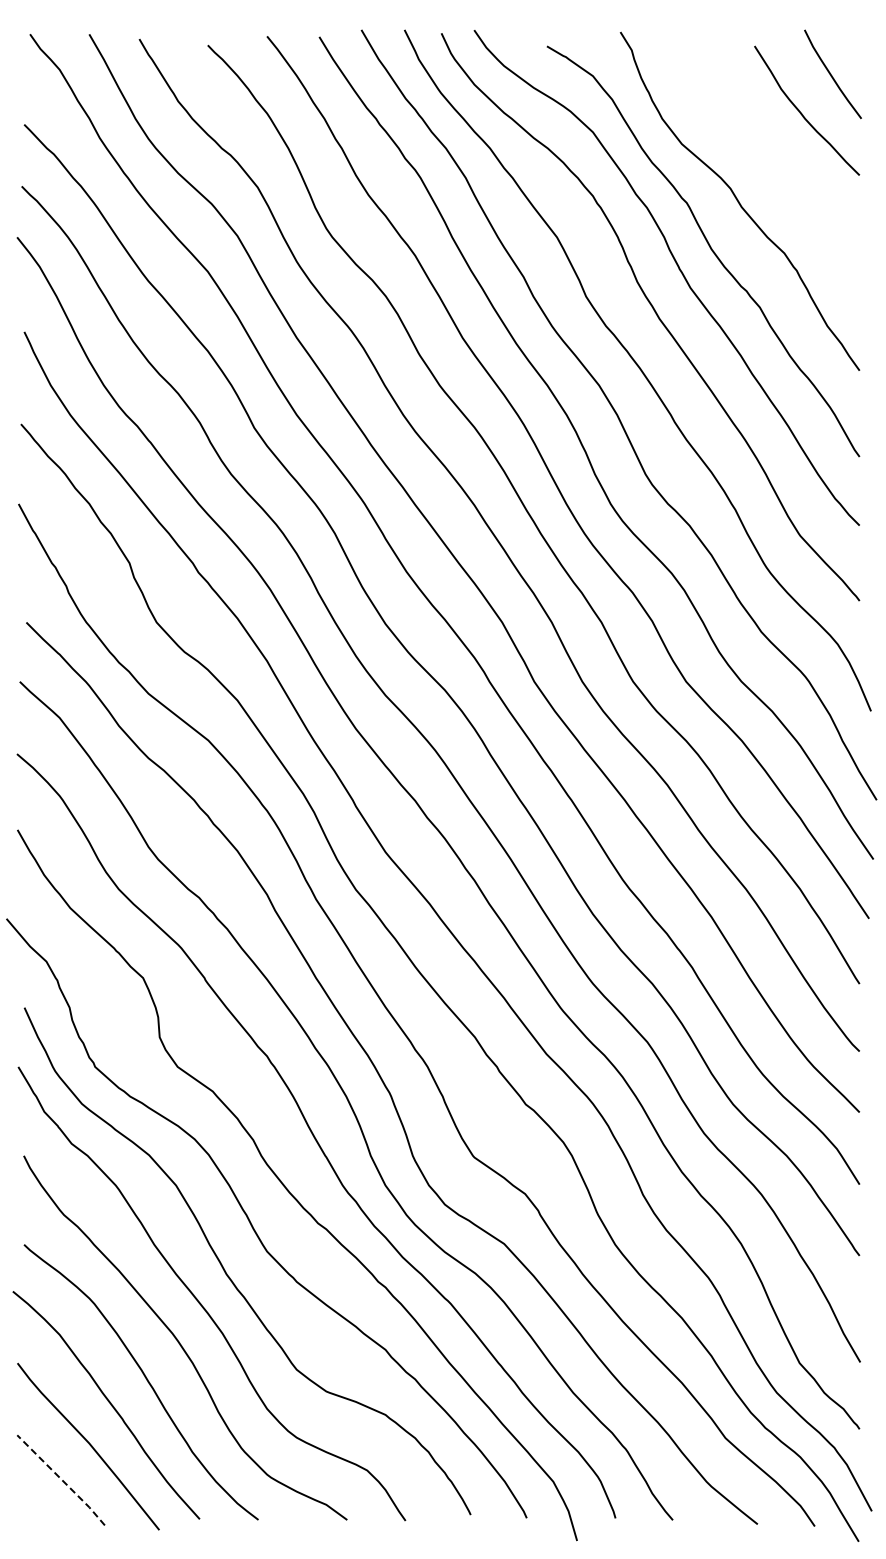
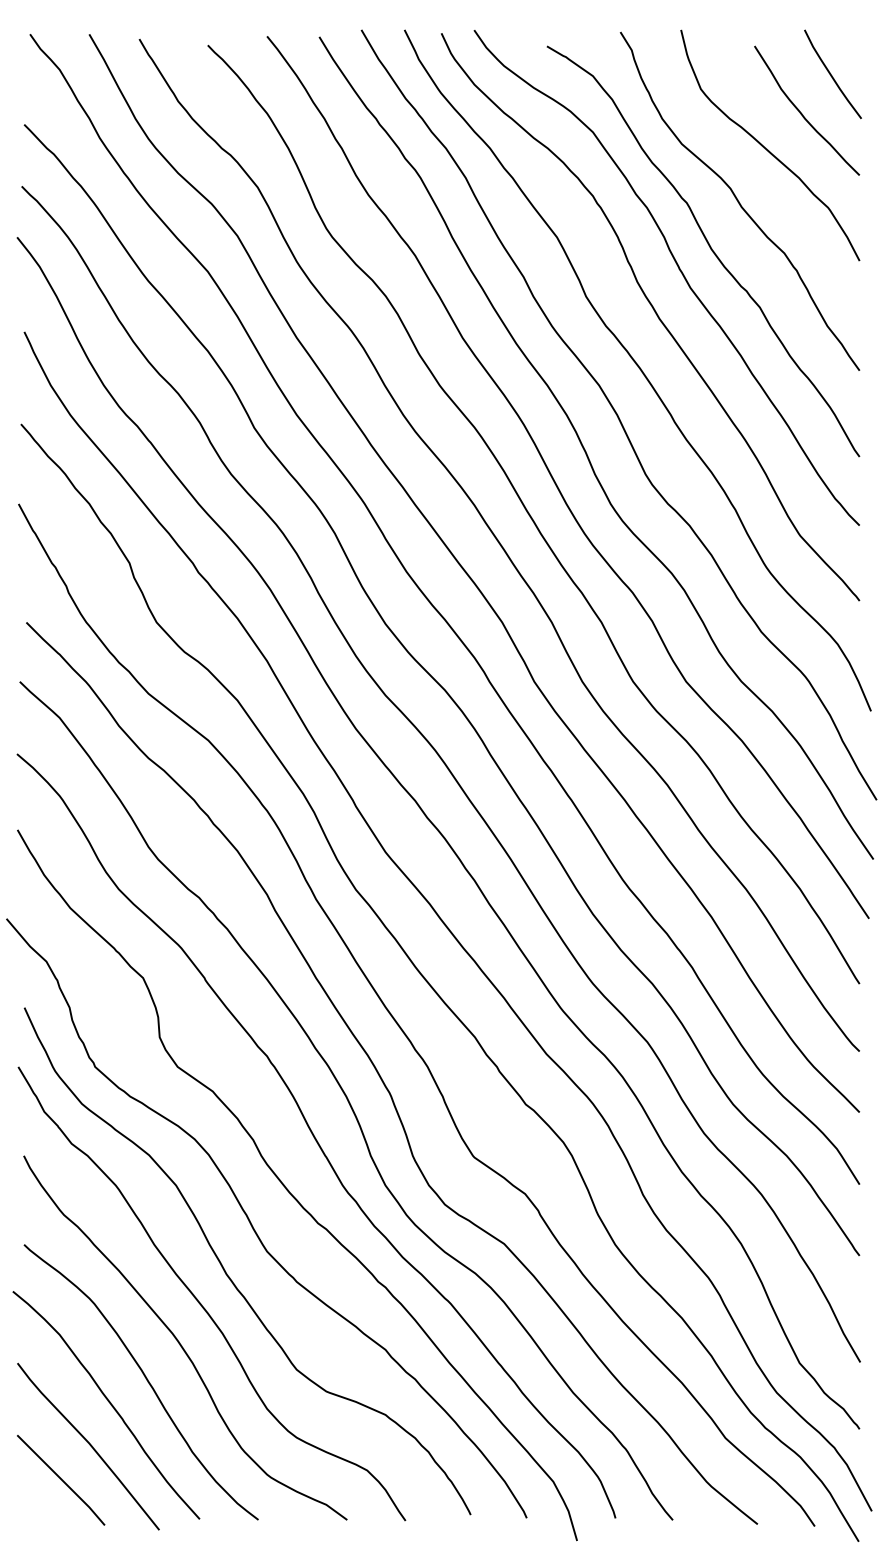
curve at (767, 148): none -> present
line at (61, 1479): dashed -> solid
